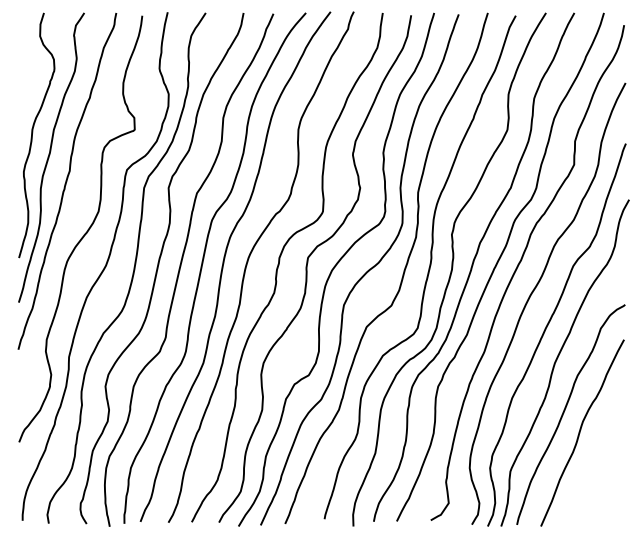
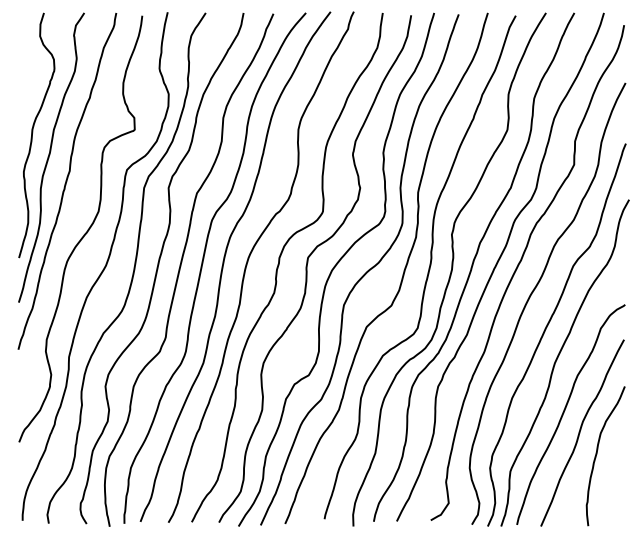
curve at (597, 454): none -> present
